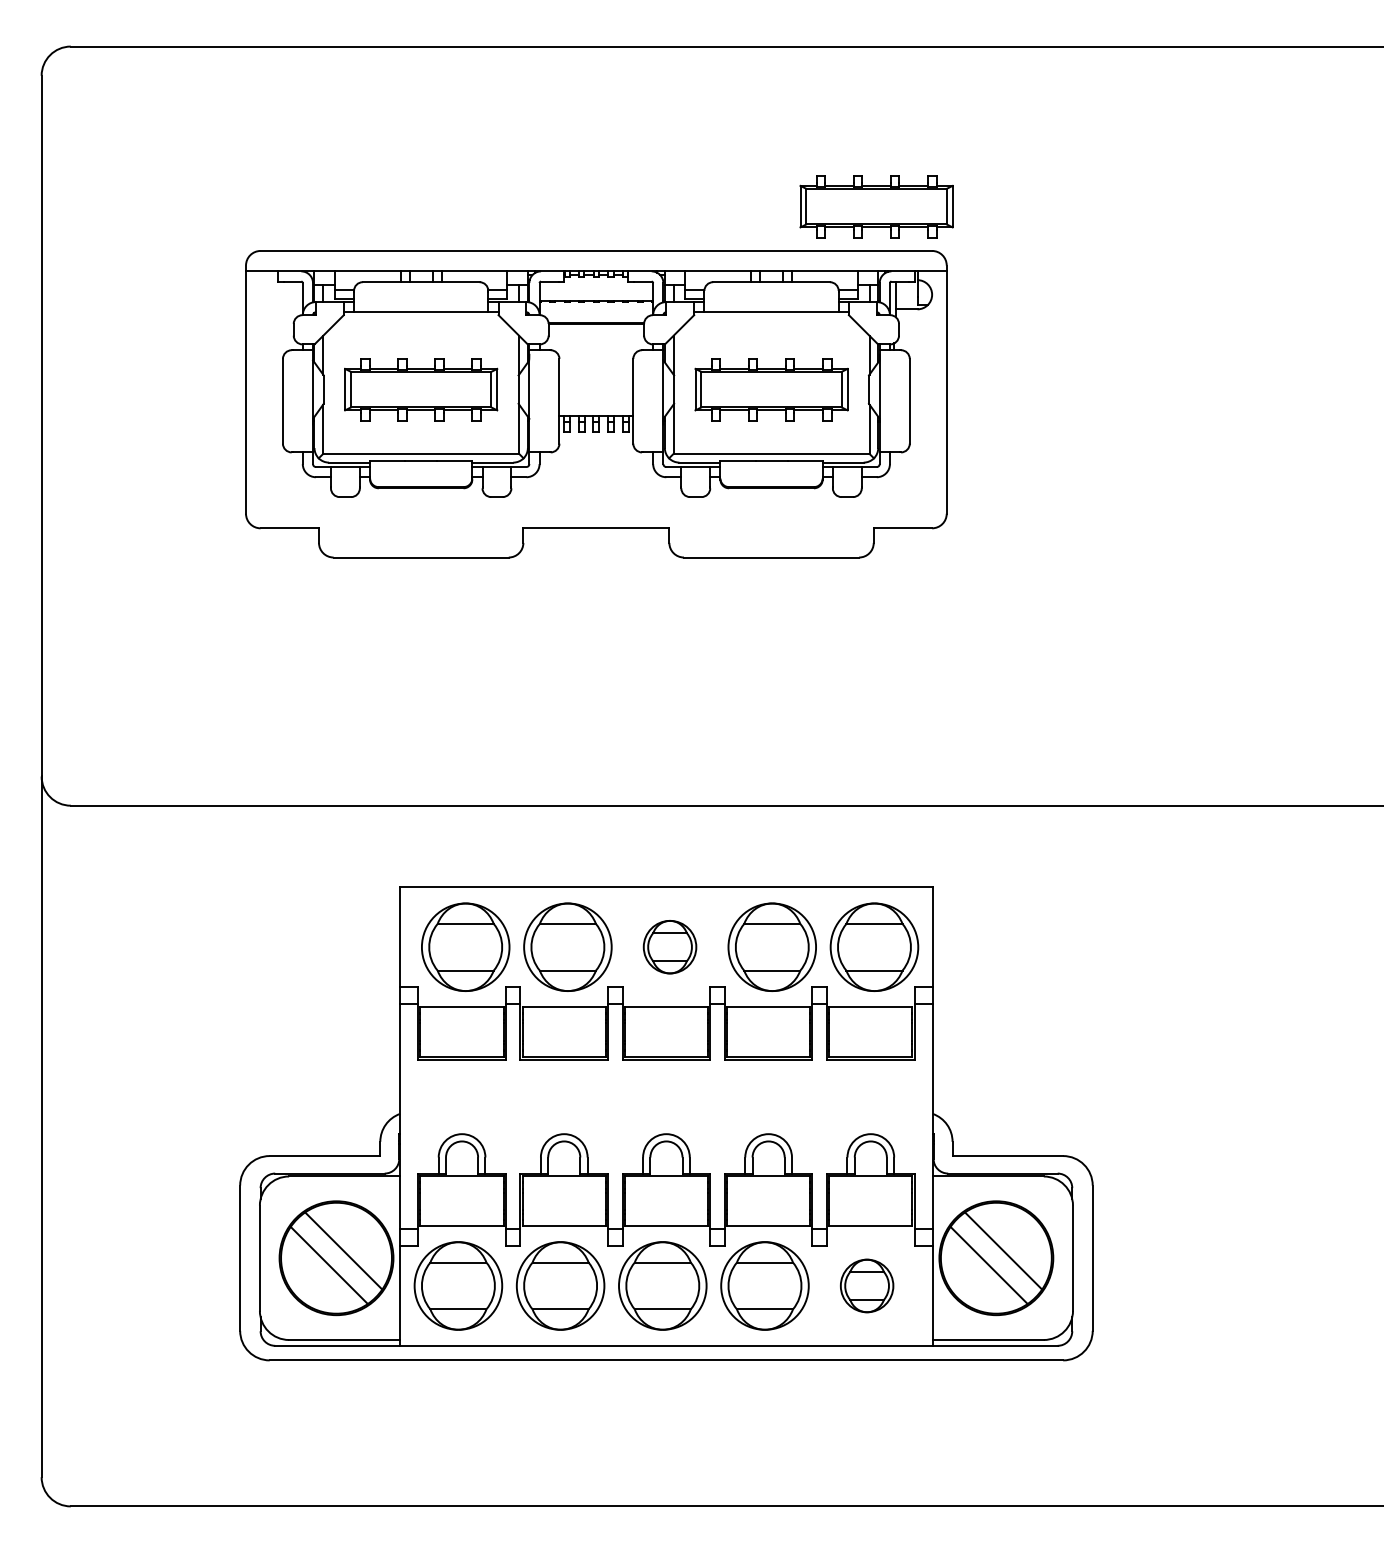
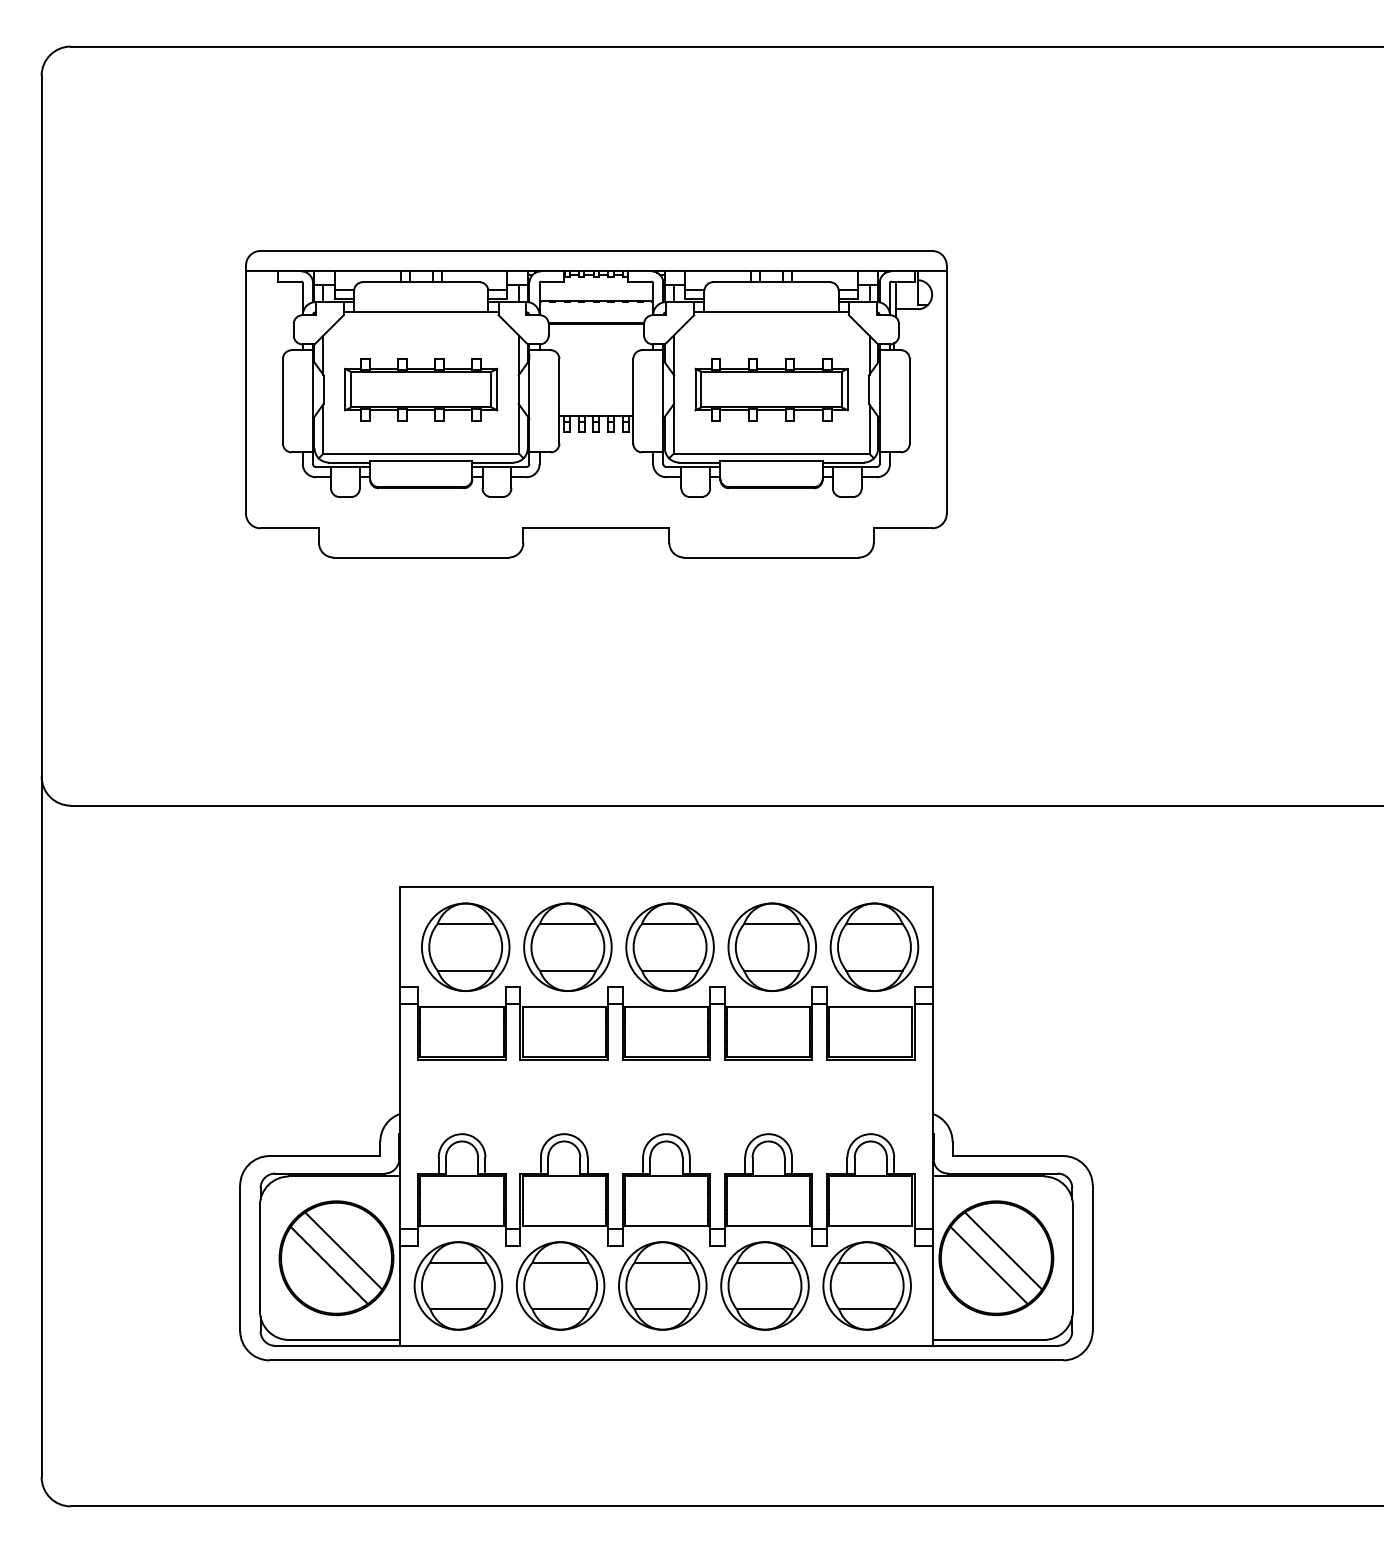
part at (876, 206): present -> none
part at (669, 947) size: 56x55 px -> 90x90 px
part at (867, 1285) size: 55x56 px -> 90x90 px
